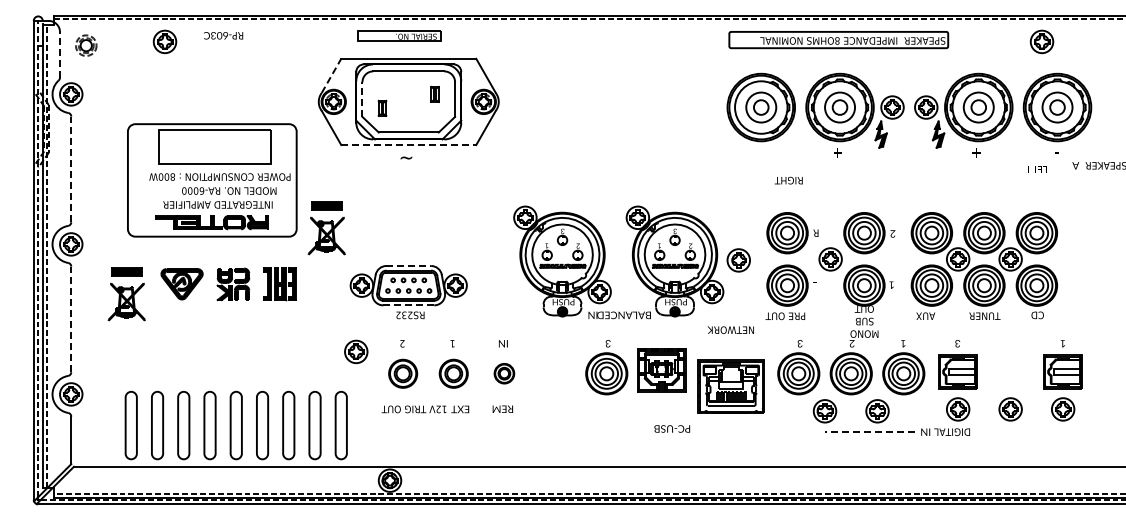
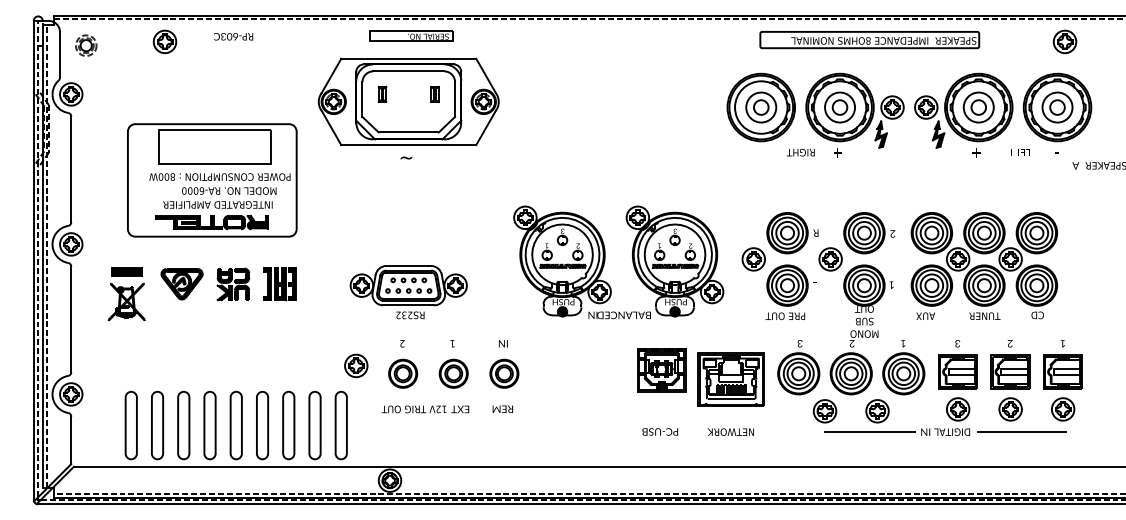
text at (223, 35) position: (223, 35) -> (233, 36)
part at (399, 35) position: (399, 35) -> (411, 35)
part at (838, 40) position: (838, 40) -> (869, 40)
part at (1041, 41) position: (1041, 41) -> (1064, 41)
line at (60, 54): dashed -> solid
line at (331, 75): dashed -> solid
line at (362, 99): dashed -> solid
part at (382, 107) position: (382, 107) -> (382, 93)
line at (408, 145): dashed -> solid
line at (71, 169): dashed -> solid
text at (1037, 169) position: (1037, 169) -> (1020, 152)
text at (788, 180) position: (788, 180) -> (800, 152)
part at (326, 228): present -> none
part at (738, 260) position: (738, 260) -> (753, 259)
line at (409, 265): dashed -> solid
line at (408, 305): dashed -> solid
line at (71, 319): dashed -> solid
text at (730, 329) position: (730, 329) -> (730, 431)
part at (356, 351) position: (356, 351) -> (356, 365)
part at (1010, 364): none -> present
part at (606, 367): present -> none
part at (504, 373) size: 23x22 px -> 31x31 px
part at (730, 386) position: (730, 386) -> (730, 379)
text at (672, 428) position: (672, 428) -> (660, 431)
line at (869, 431): dashed -> solid
line at (1021, 431): none -> present
